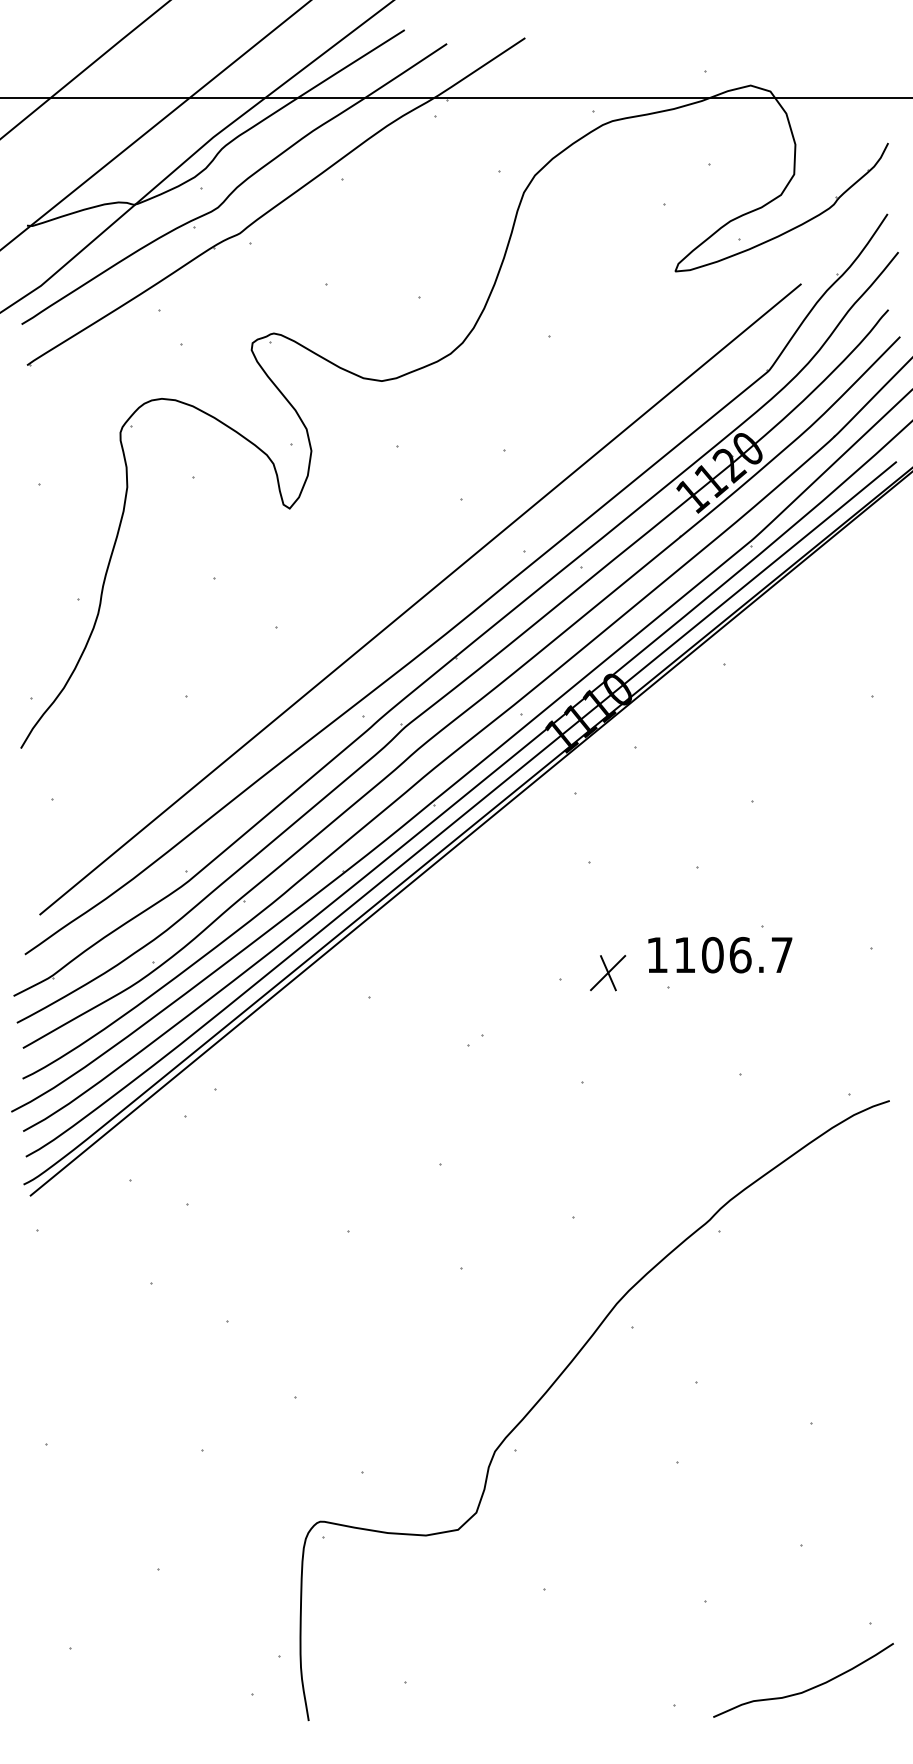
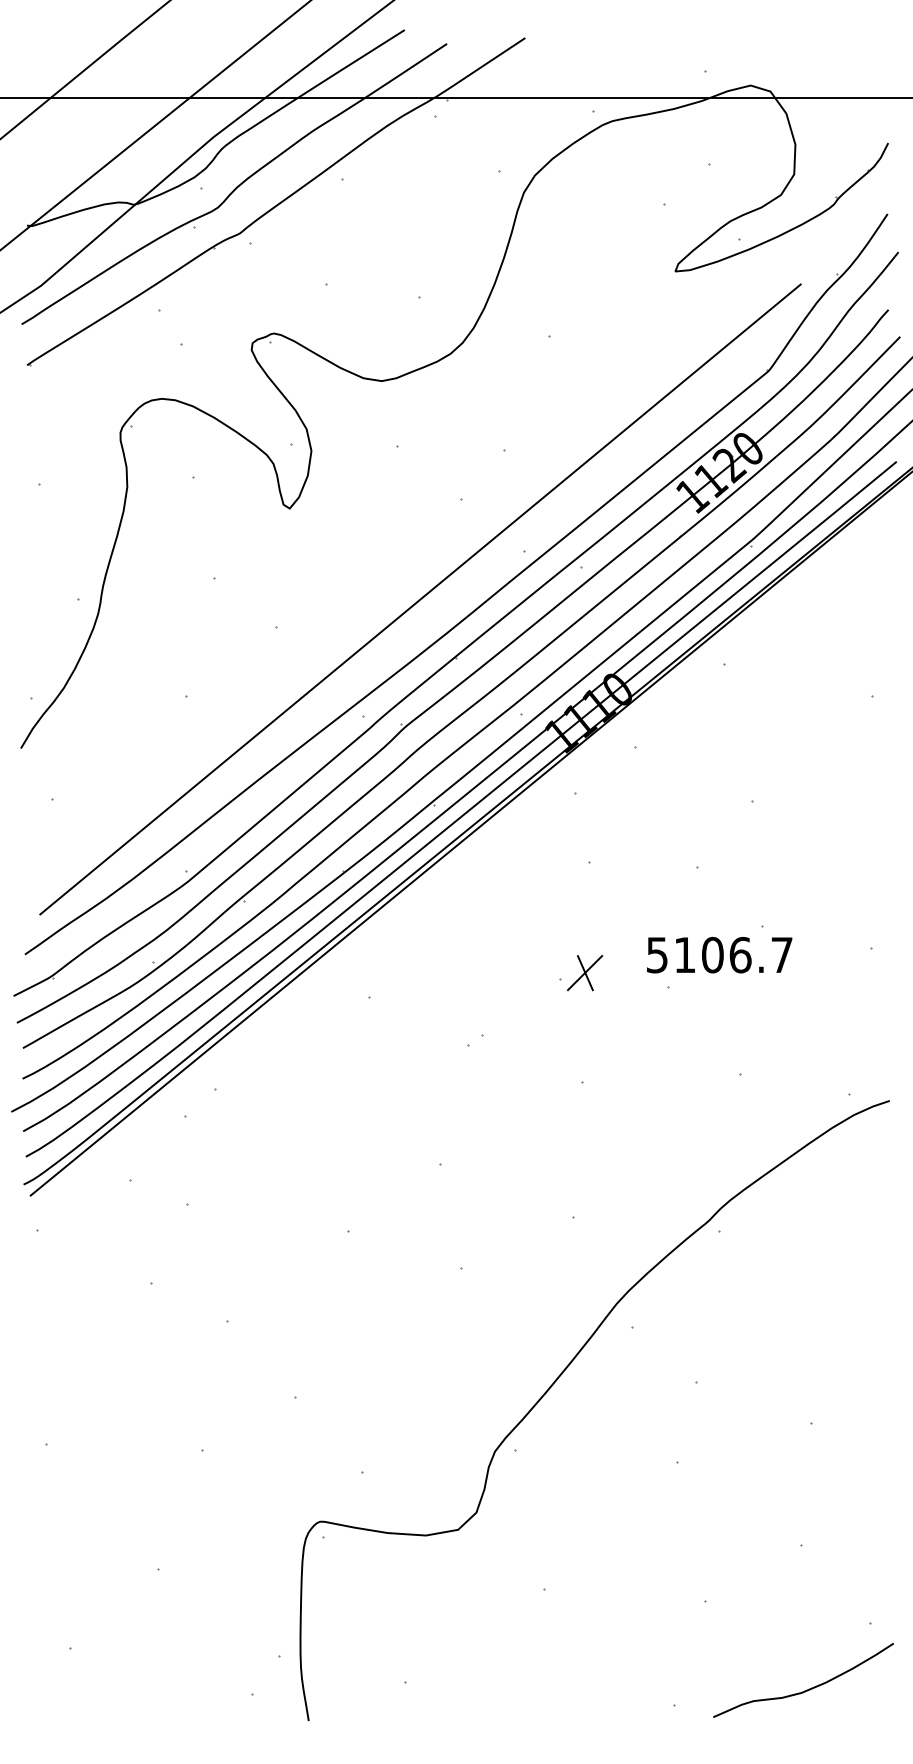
text at (657, 955): 1106.7 -> 5106.7
part at (608, 973) position: (608, 973) -> (585, 973)
